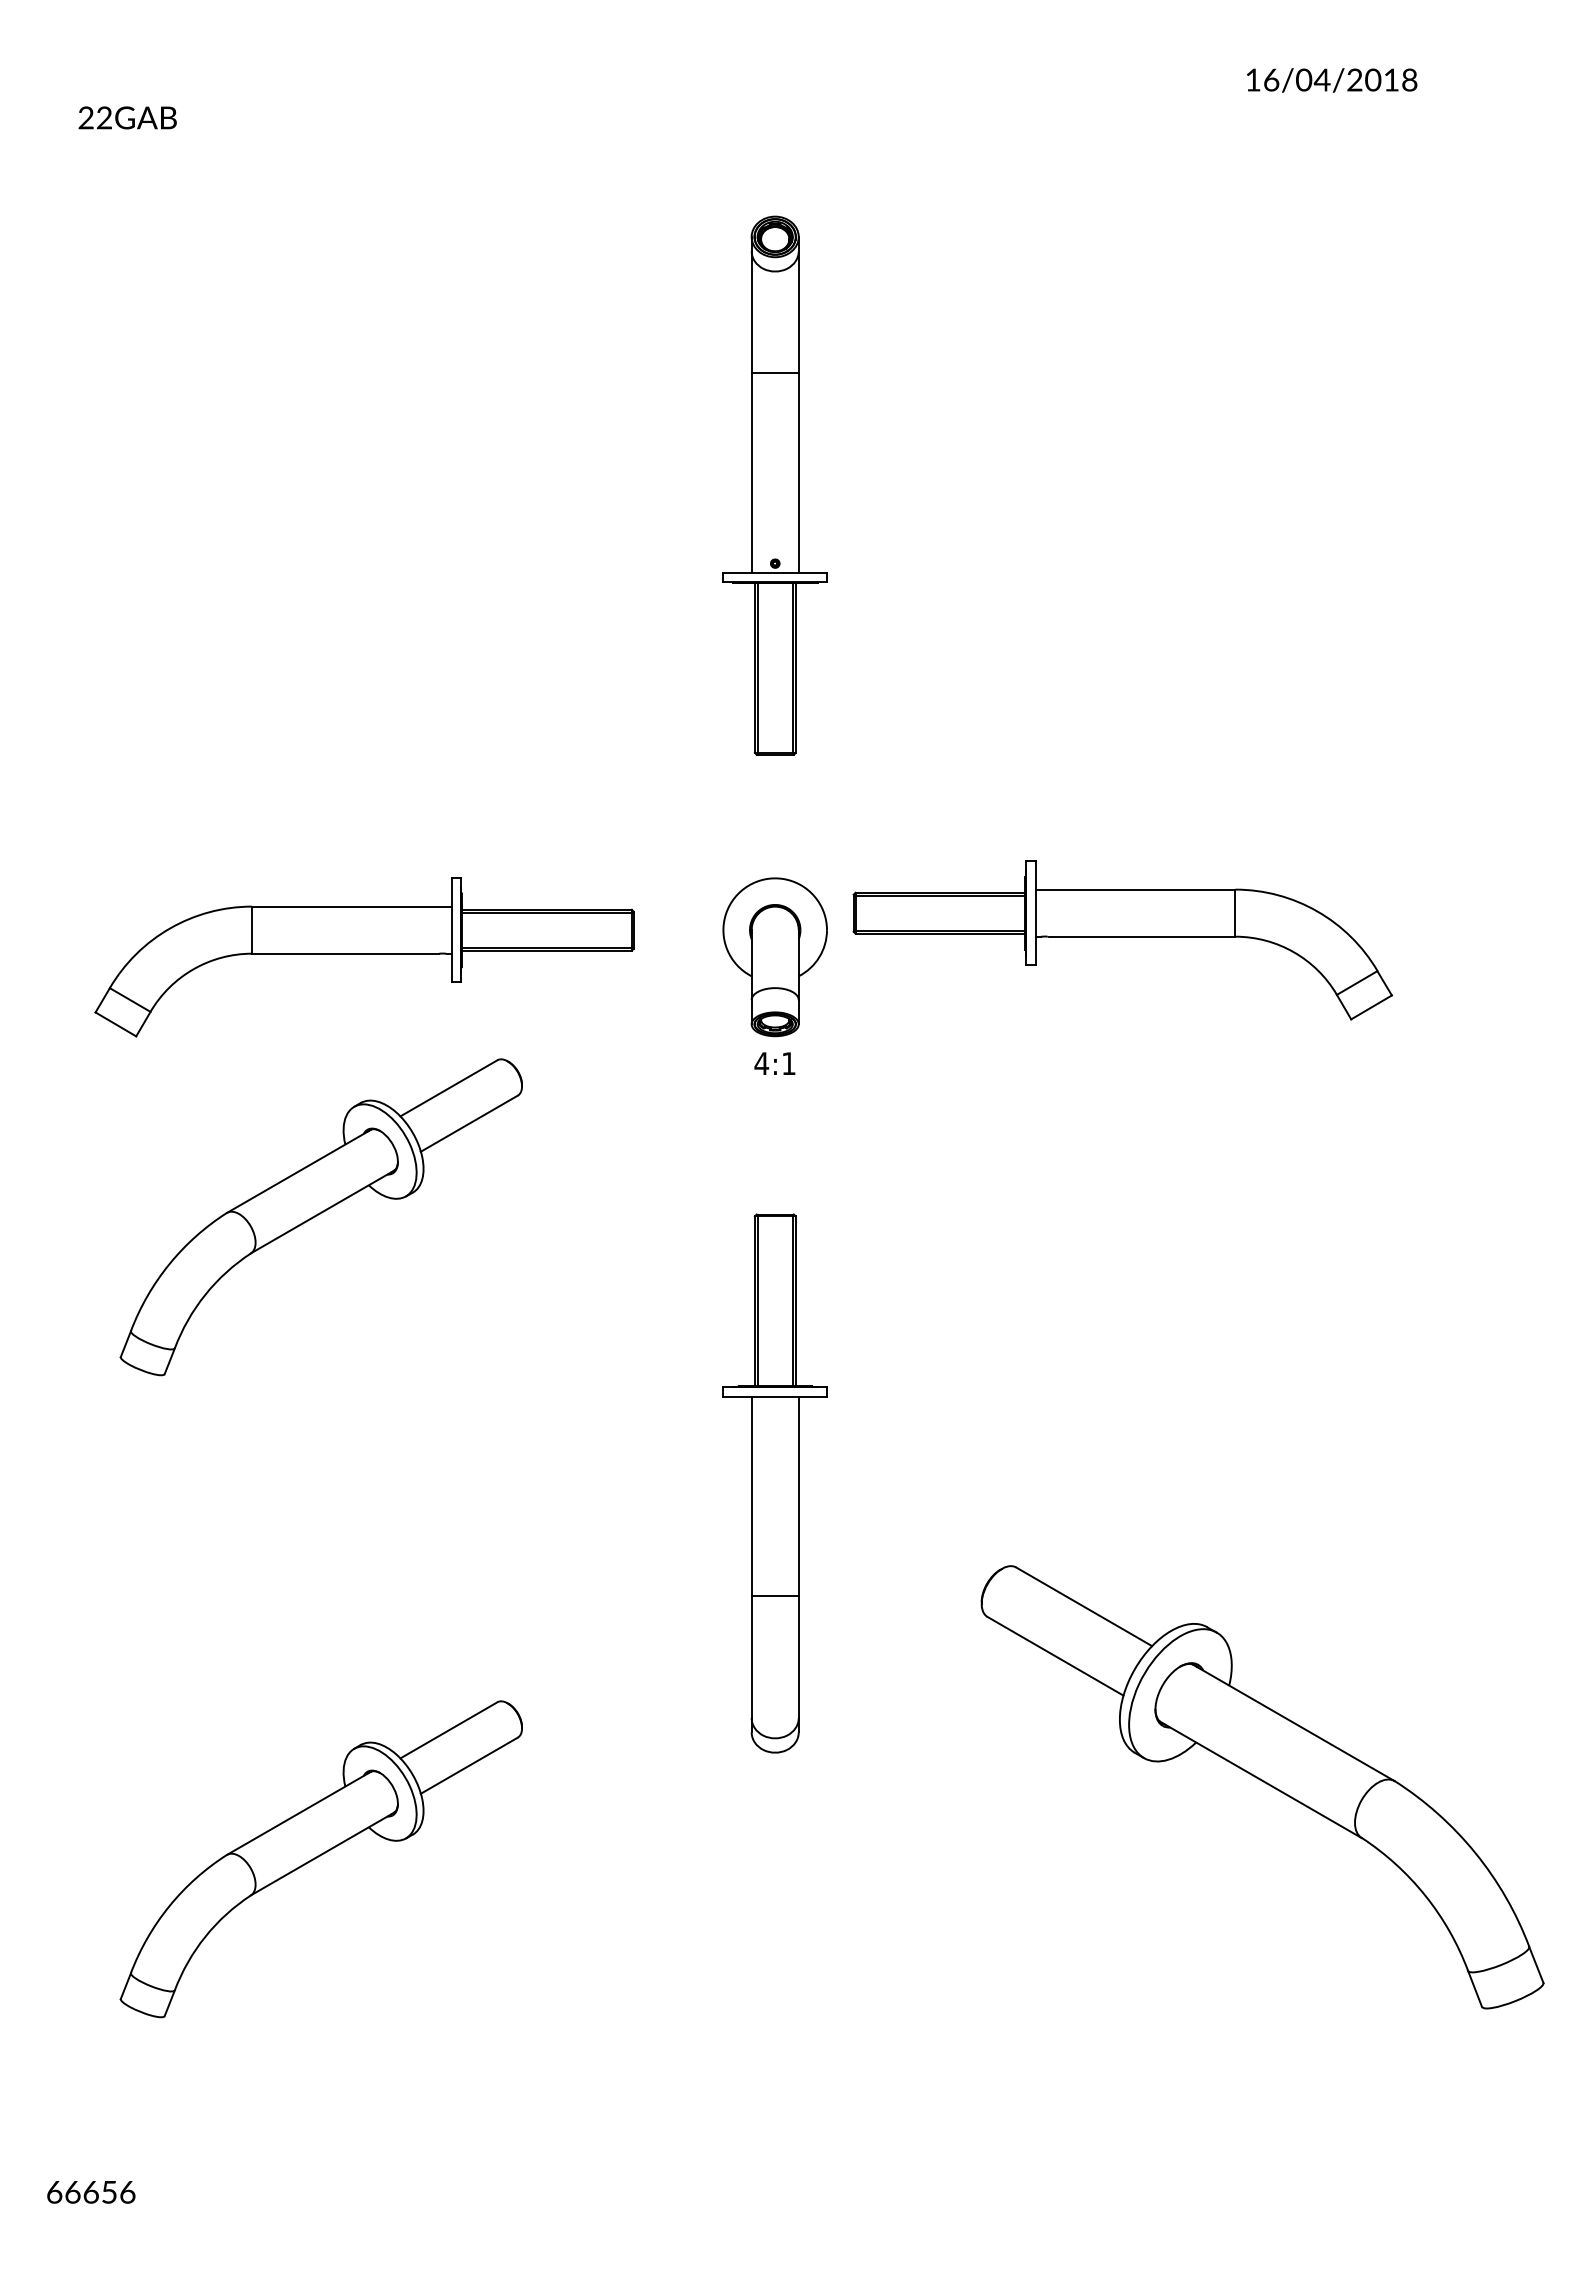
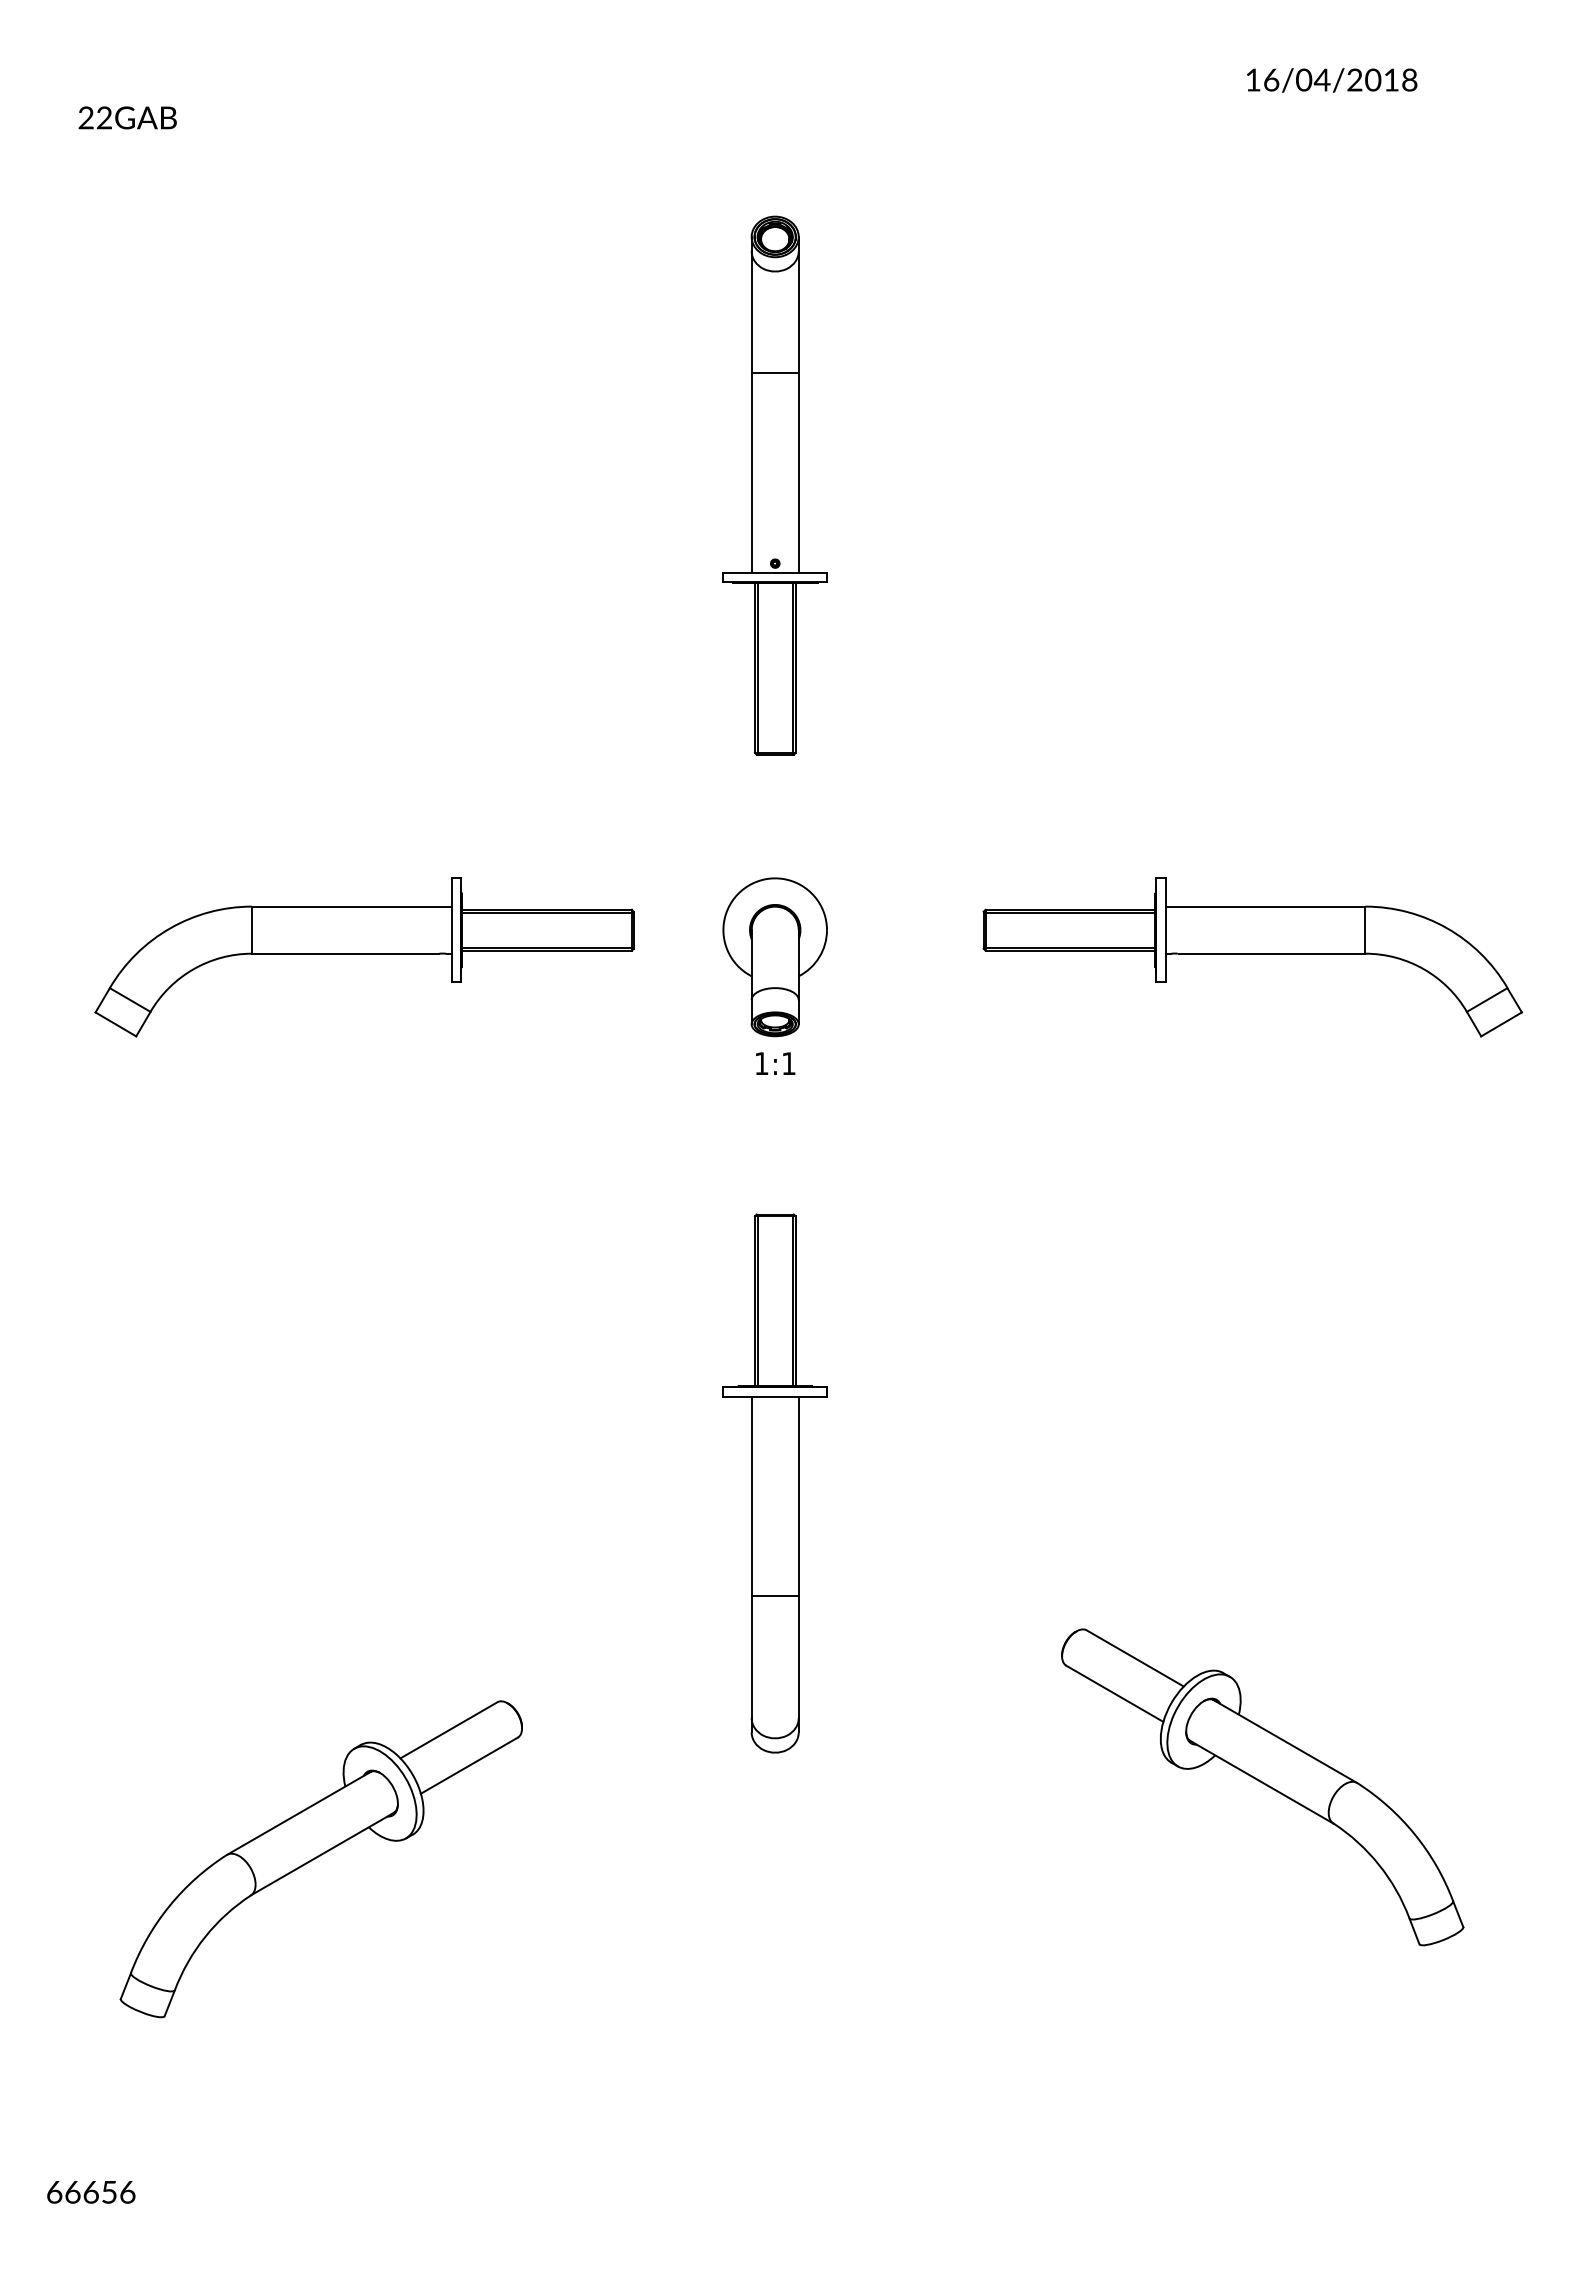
part at (1122, 940) position: (1122, 940) -> (1252, 957)
text at (761, 1063): 4:1 -> 1:1
part at (320, 1217): present -> none
part at (1262, 1787) size: 565x445 px -> 404x319 px
